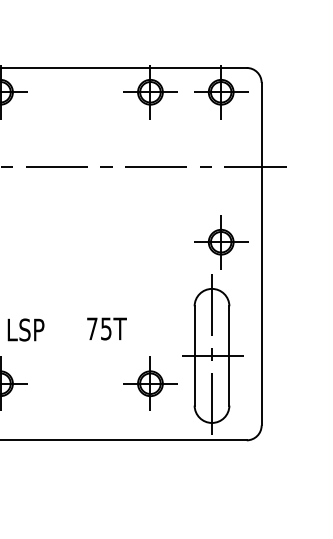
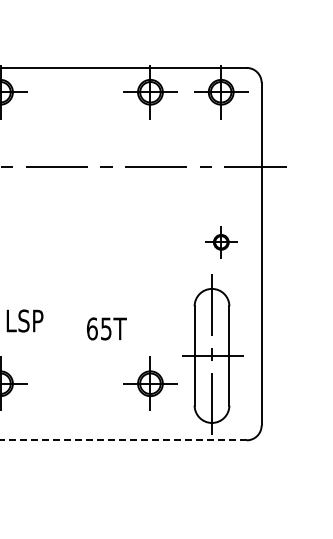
part at (221, 242) size: 55x55 px -> 33x33 px
text at (92, 328): 75T -> 65T
text at (25, 329) position: (25, 329) -> (24, 320)
line at (122, 440): solid -> dashed
